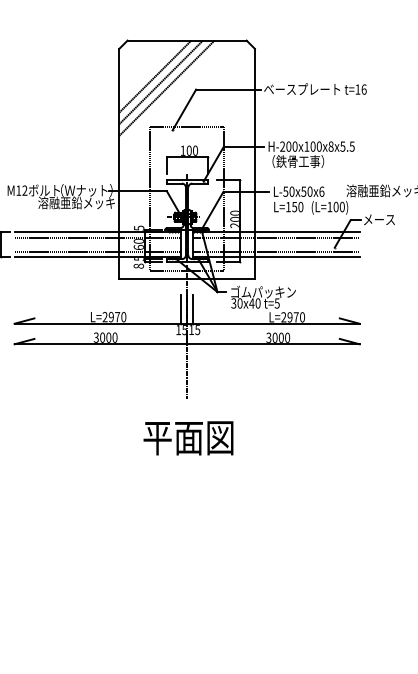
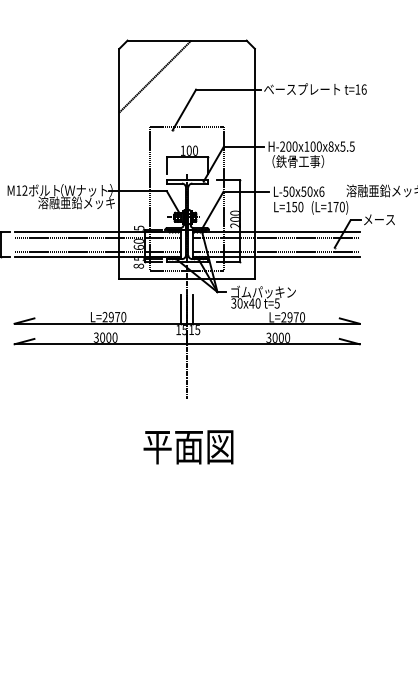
line at (160, 82): present -> none
line at (166, 87): present -> none
text at (335, 206): (L=100) -> (L=170)
text at (188, 438) position: (188, 438) -> (188, 447)
